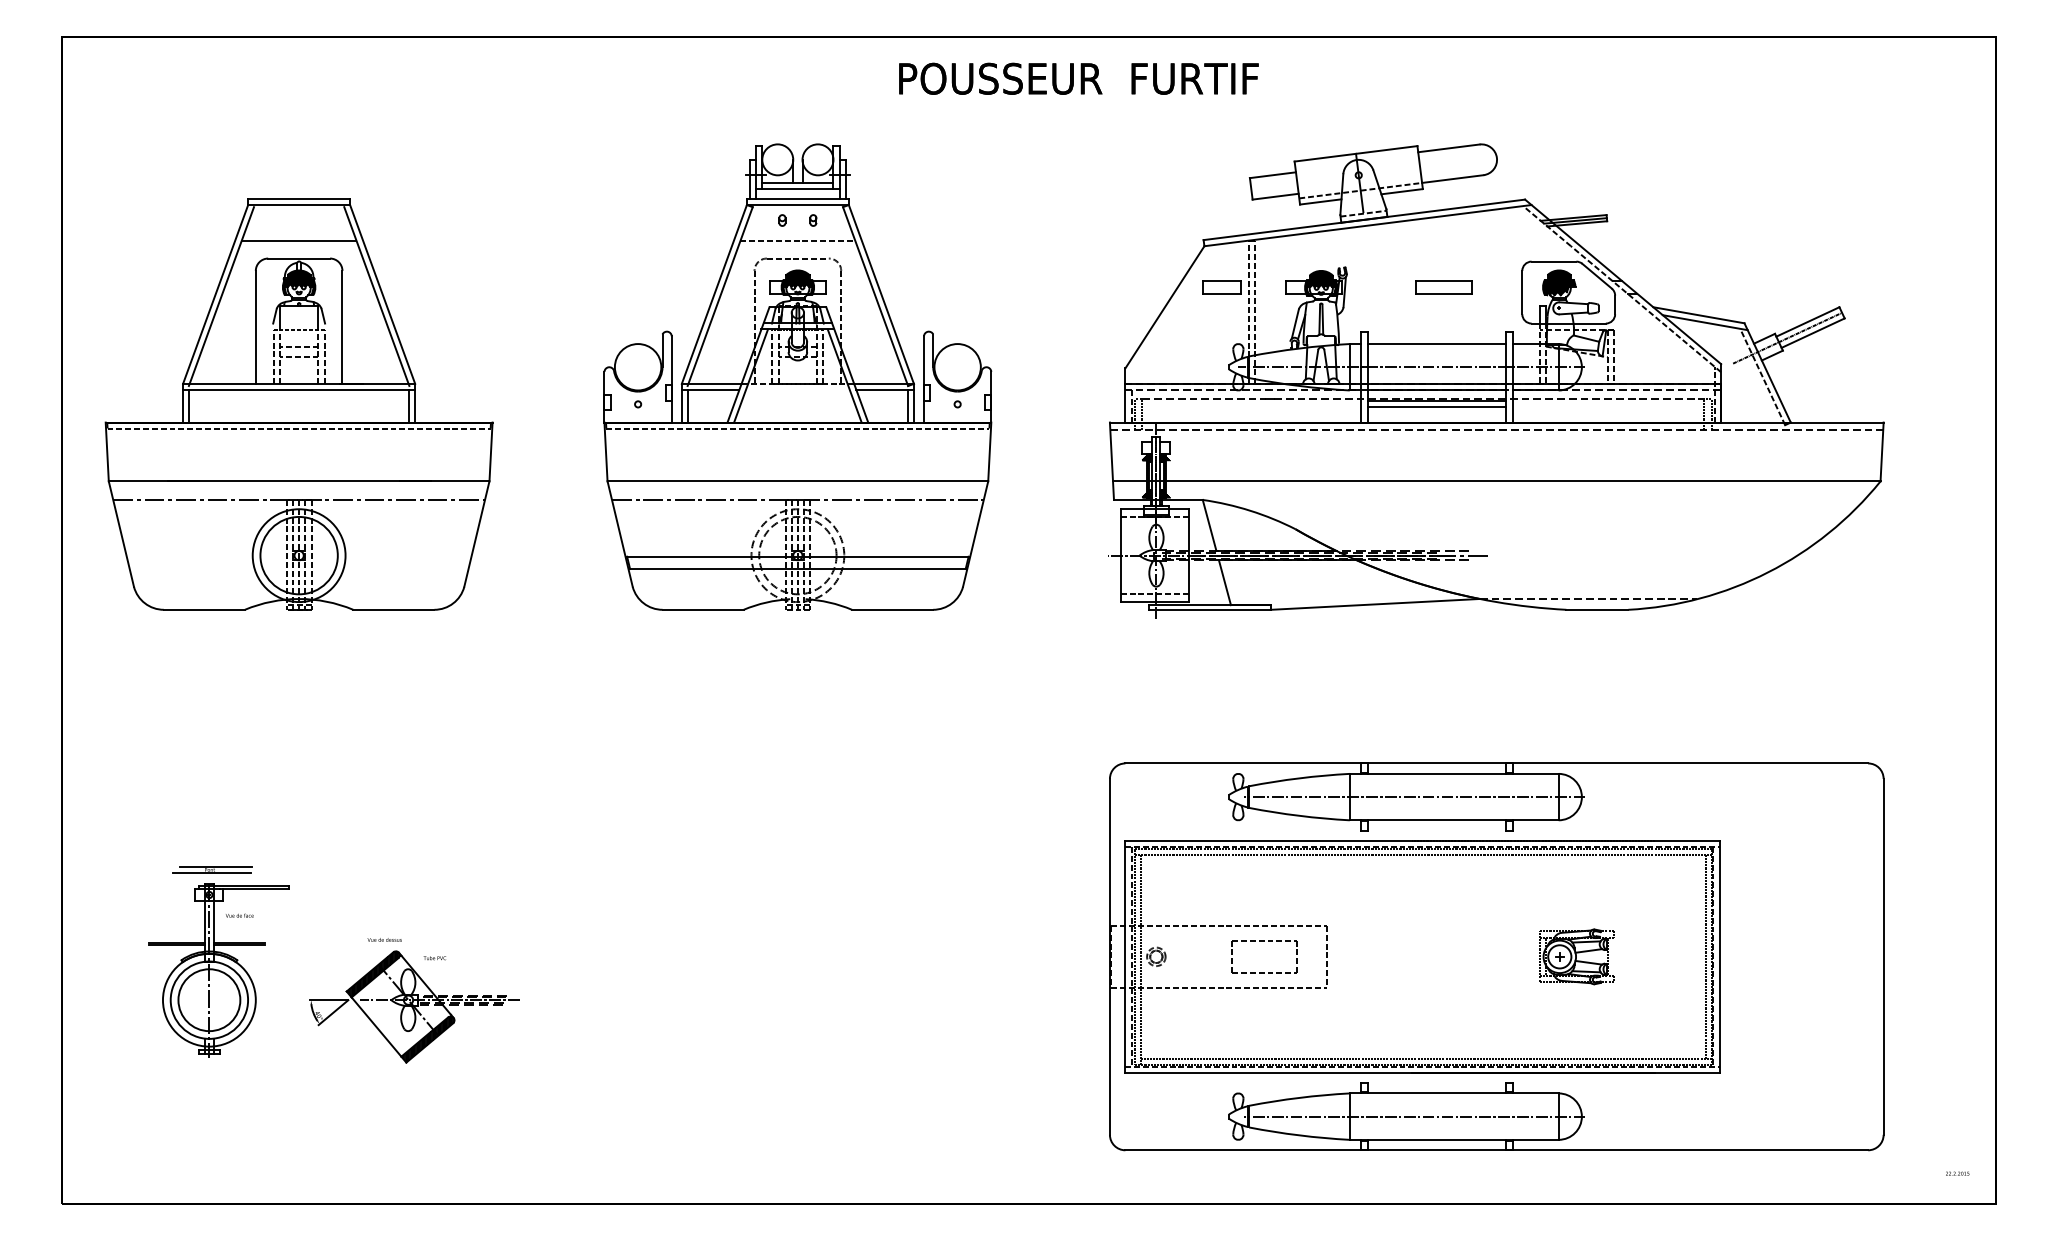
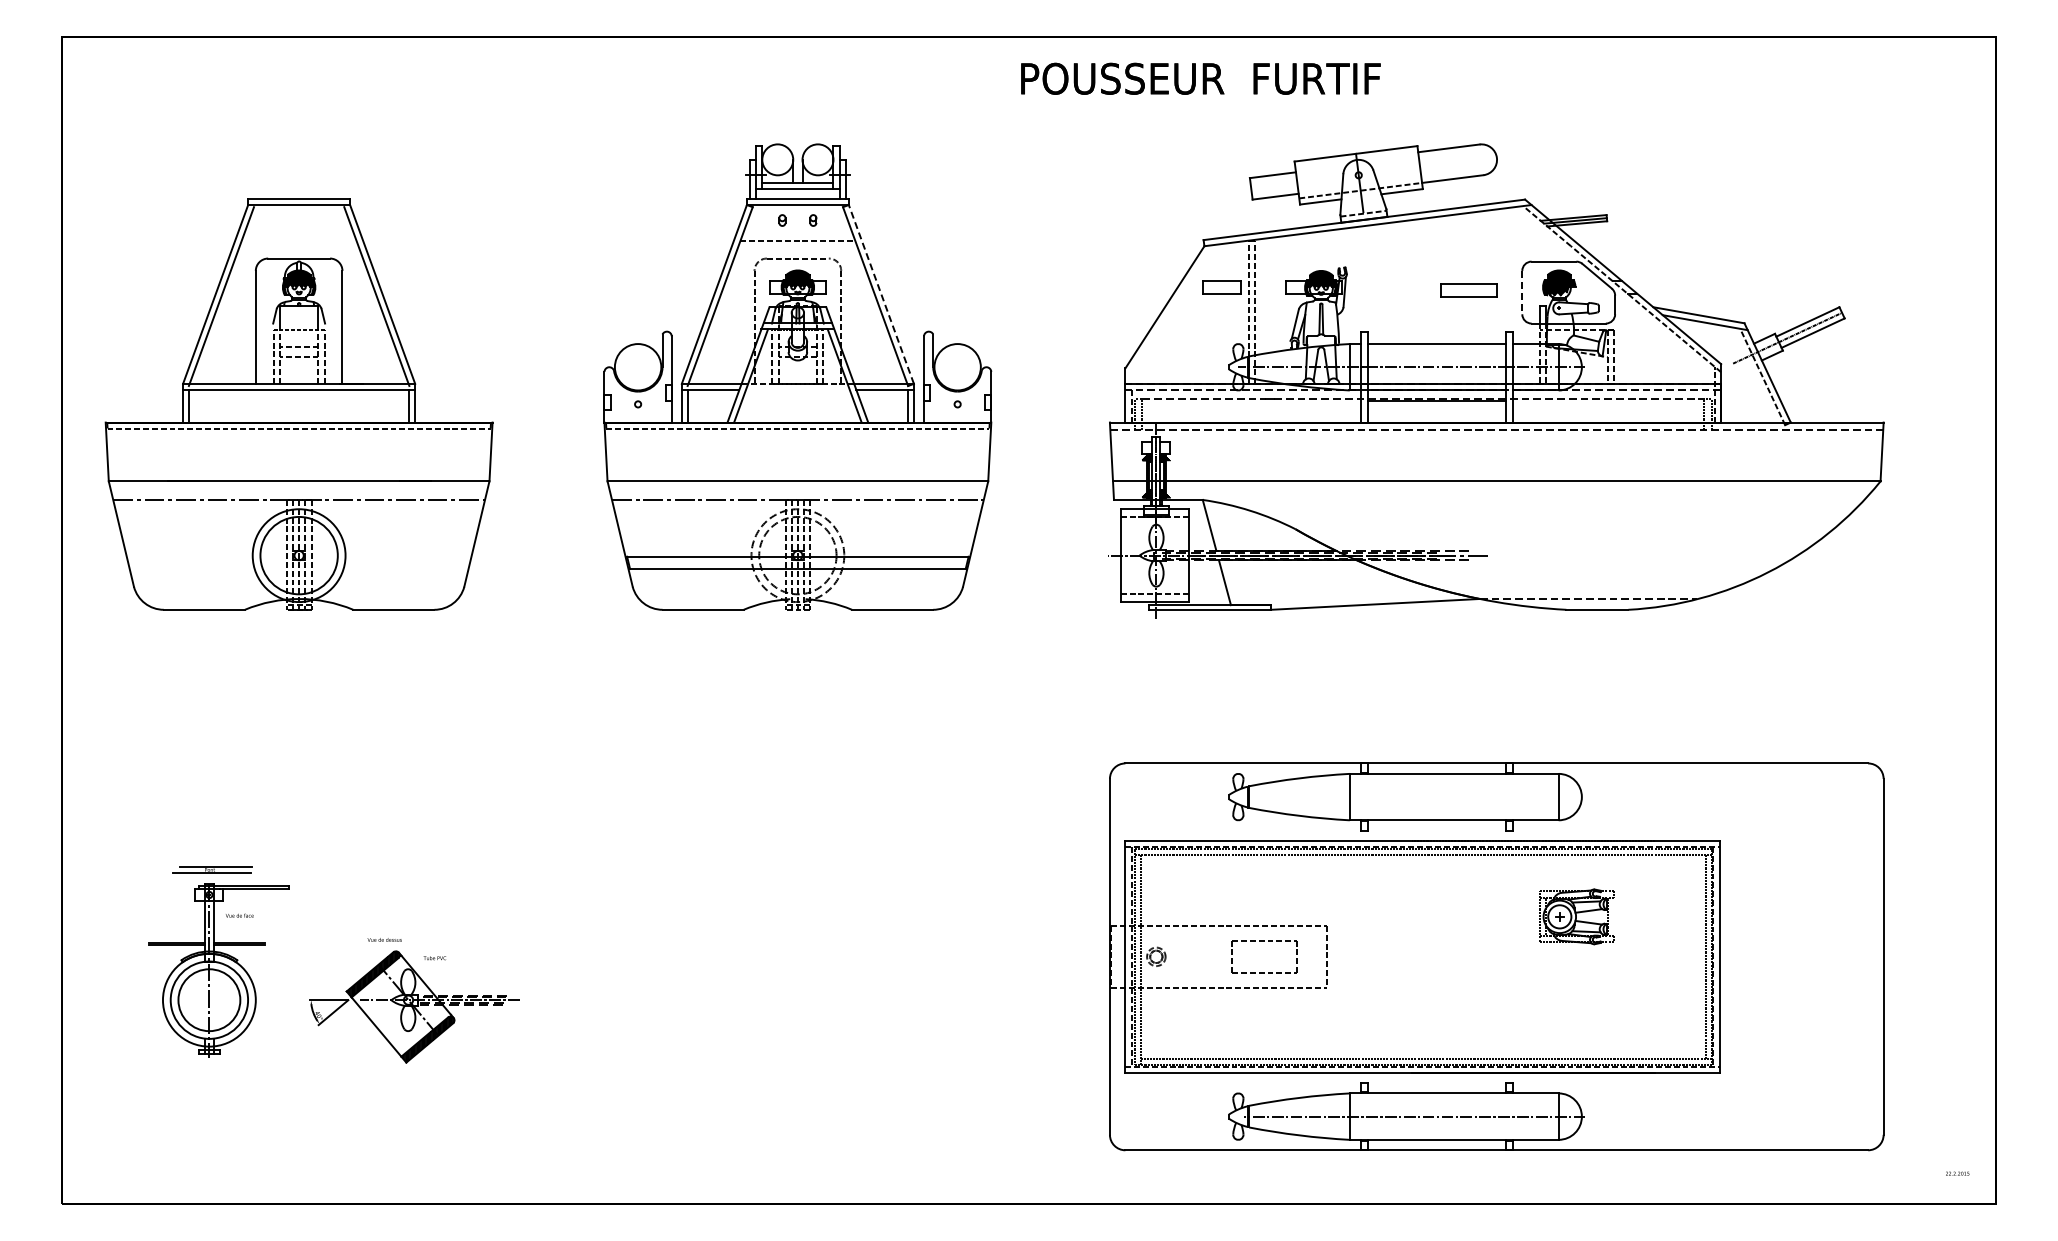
text at (1078, 78) position: (1078, 78) -> (1200, 78)
line at (298, 240): present -> none
part at (1443, 287) position: (1443, 287) -> (1468, 290)
line at (1522, 292): solid -> dashed
line at (881, 294): solid -> dashed
line at (1436, 407): present -> none
line at (1414, 797): present -> none
part at (1576, 956) position: (1576, 956) -> (1576, 916)
